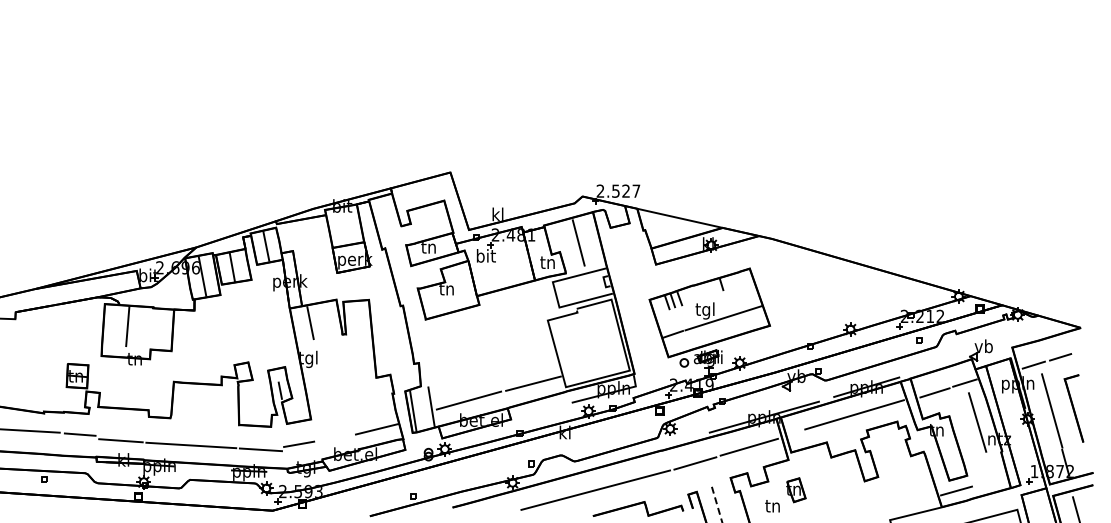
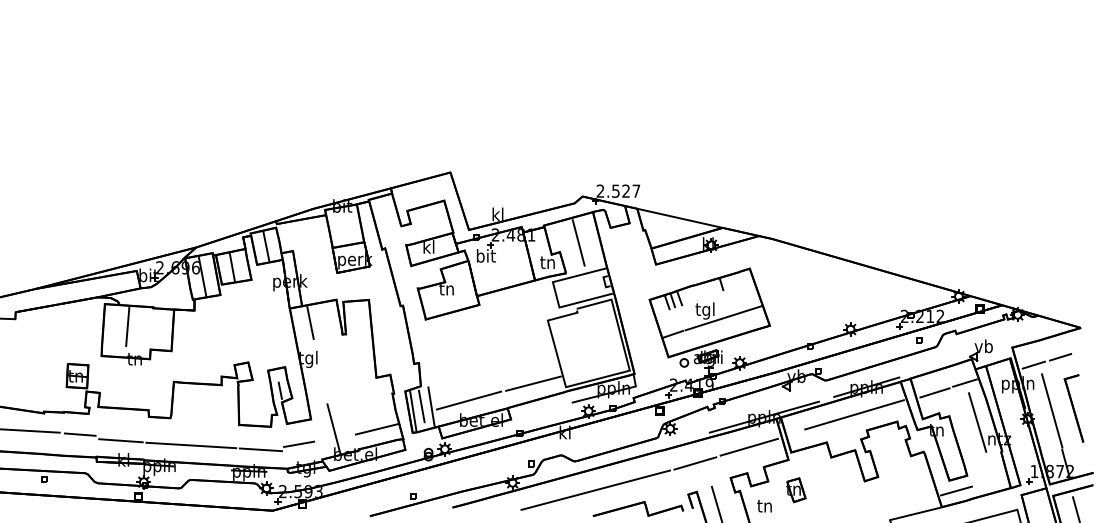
text at (428, 246): tn -> kl
line at (421, 406): none -> present
line at (333, 428): none -> present
line at (717, 505): dashed -> solid
text at (772, 506) position: (772, 506) -> (764, 506)
